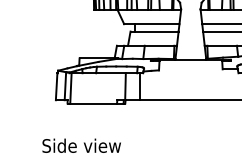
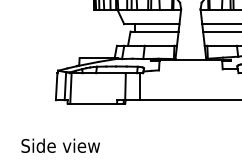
text at (81, 145) position: (81, 145) -> (60, 145)
